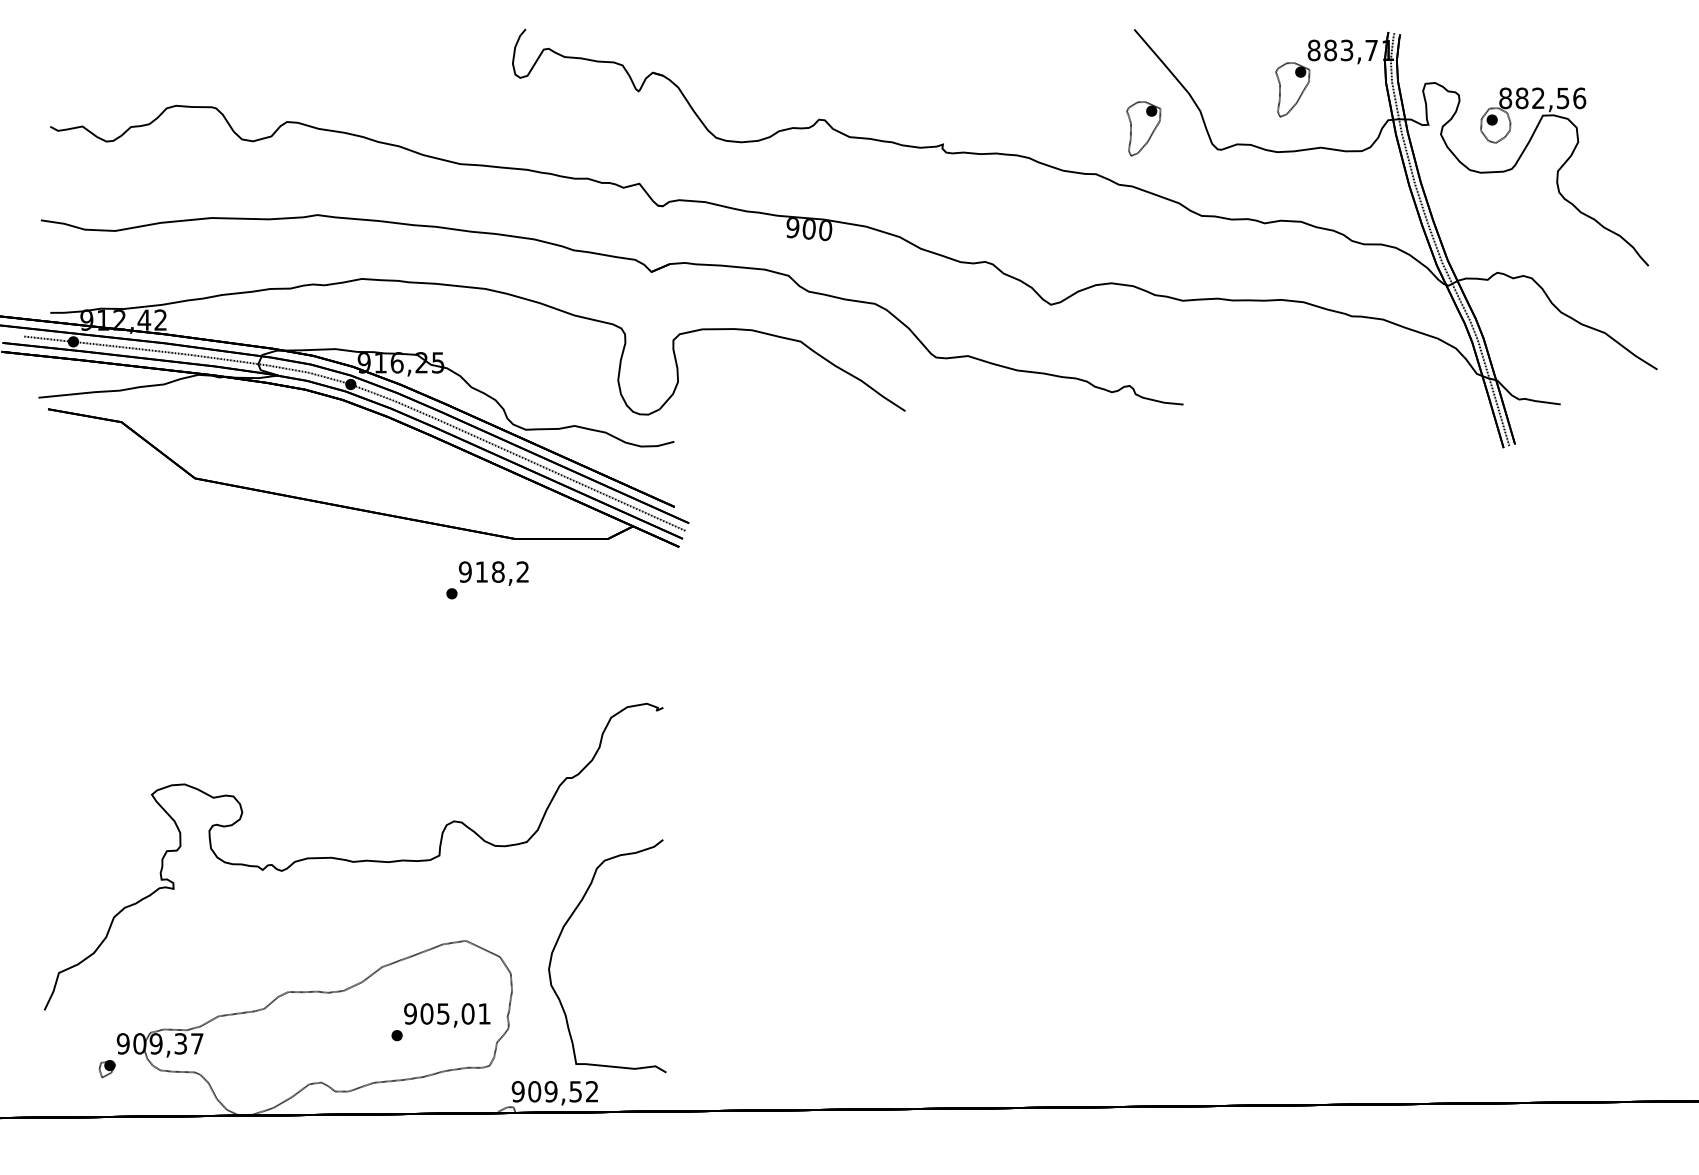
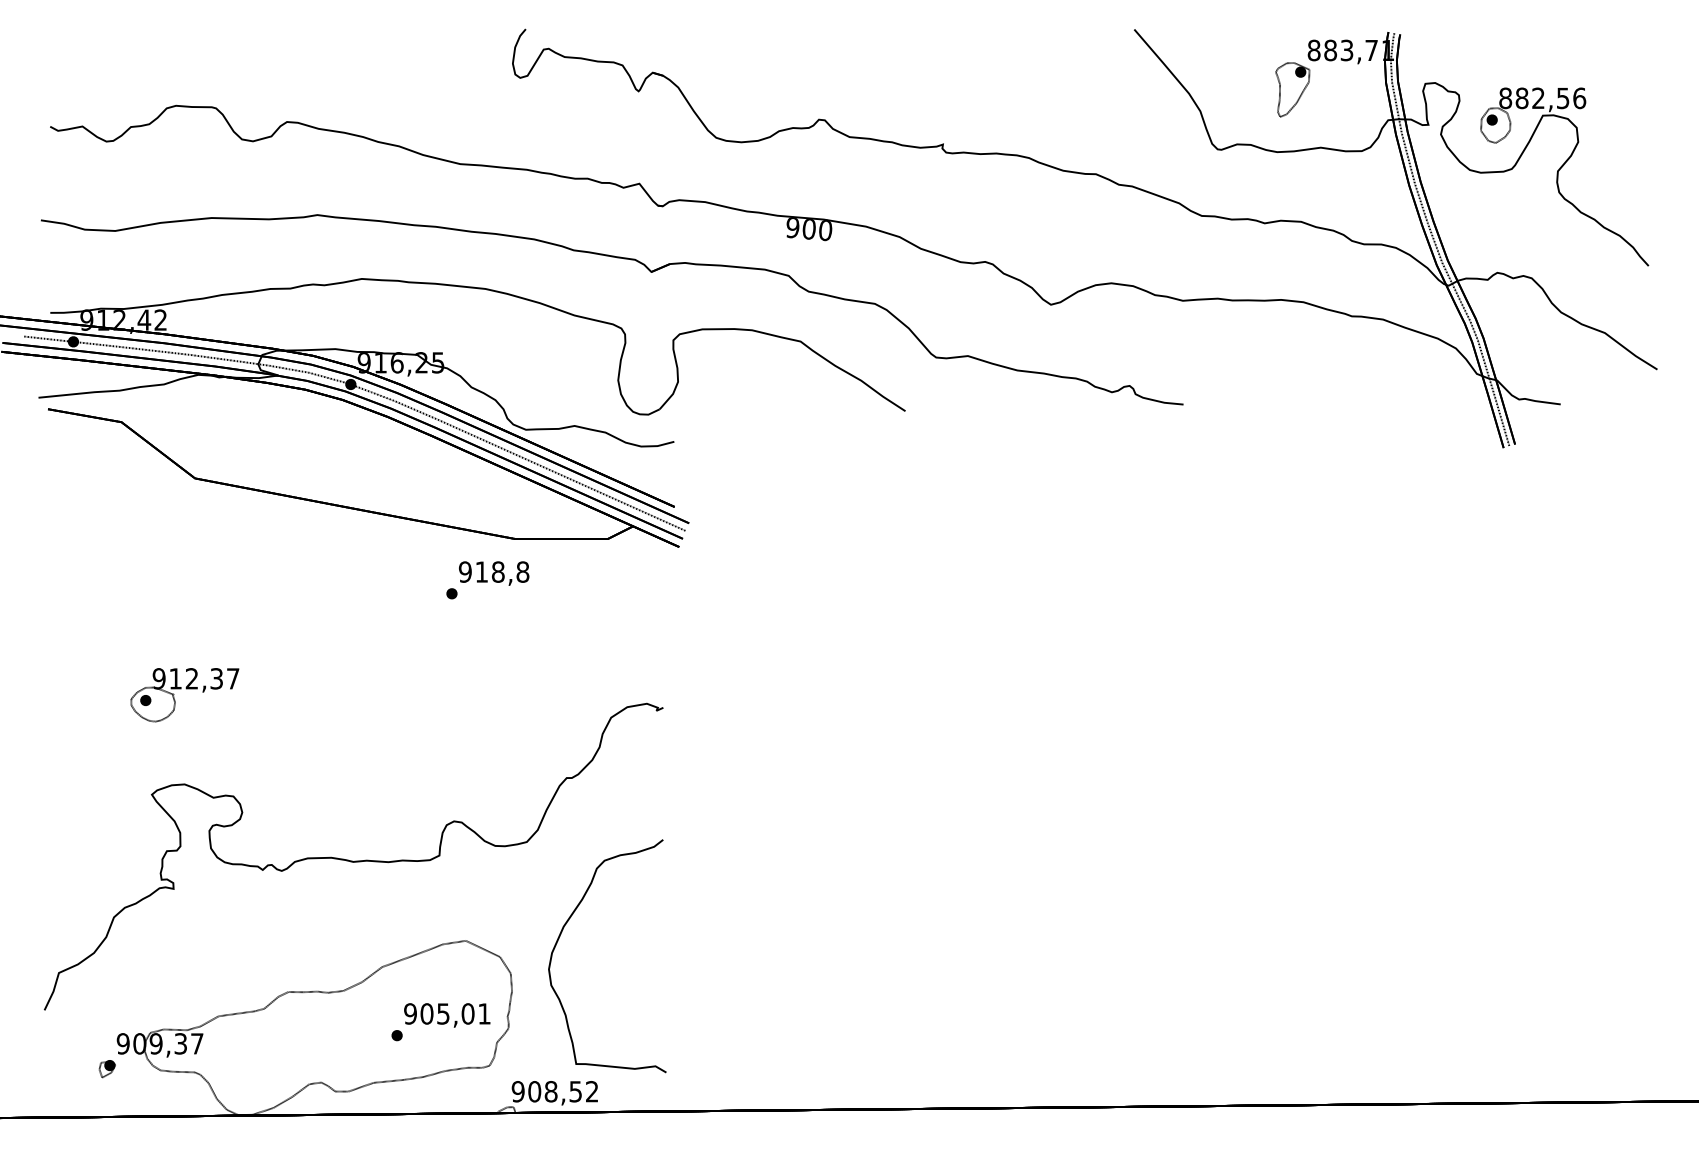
part at (1143, 128): present -> none
text at (522, 571): 918,2 -> 918,8
part at (186, 689): none -> present
text at (550, 1091): 909,52 -> 908,52
